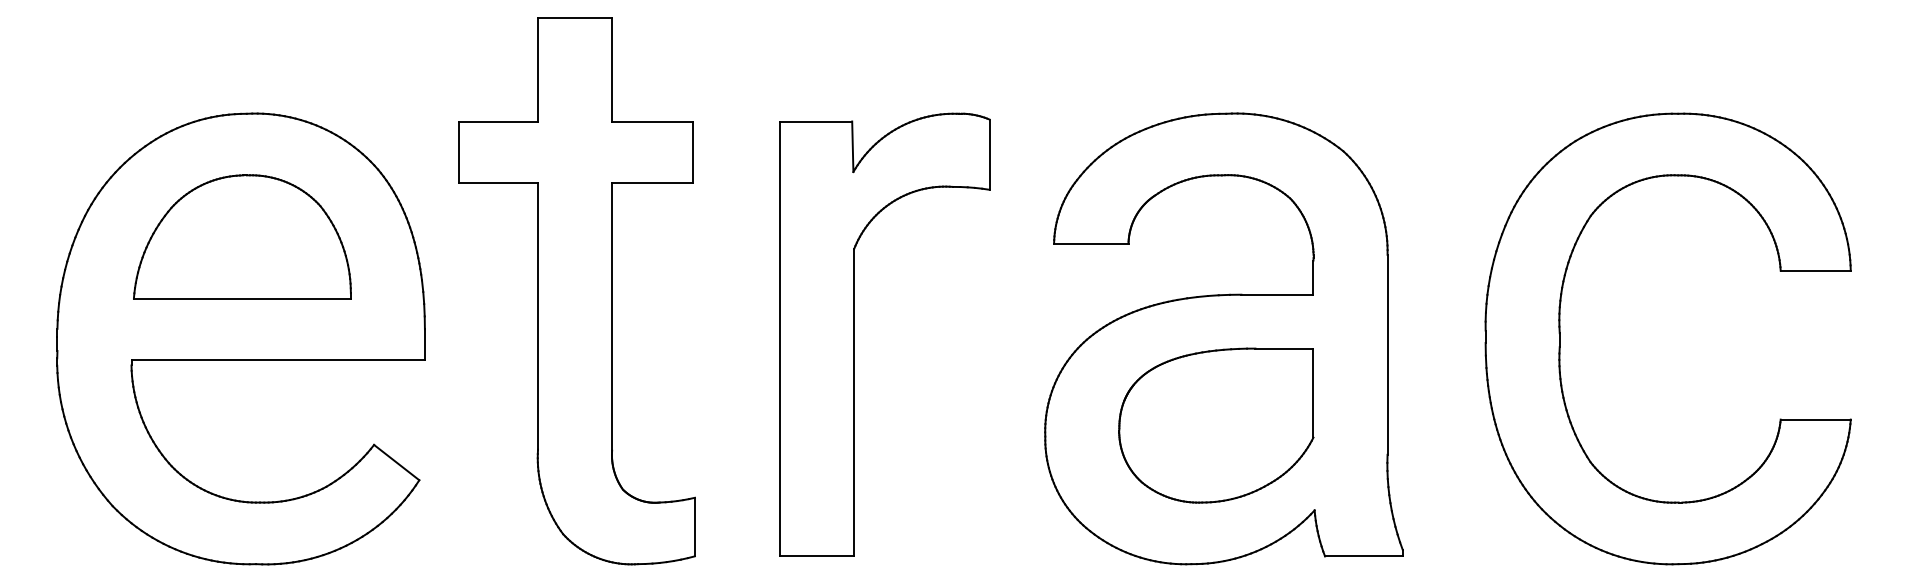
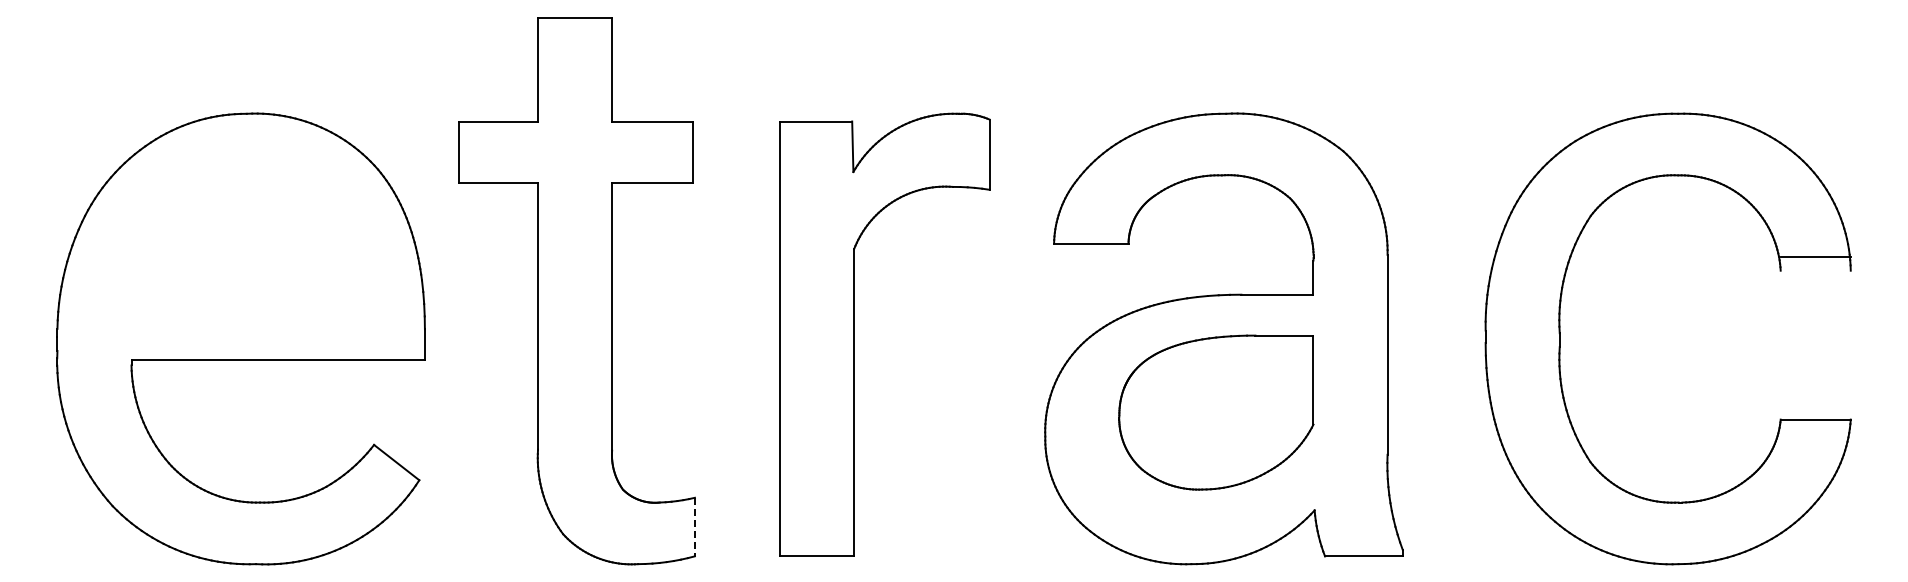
part at (242, 236): present -> none
line at (1815, 270) position: (1815, 270) -> (1815, 256)
part at (1216, 425) position: (1216, 425) -> (1216, 412)
line at (694, 527): solid -> dashed
